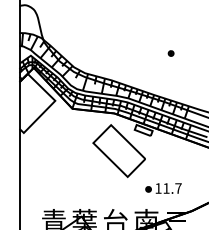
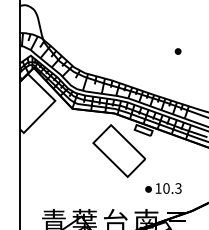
part at (170, 53) position: (170, 53) -> (177, 51)
text at (172, 188): 11.7 -> 10.3
